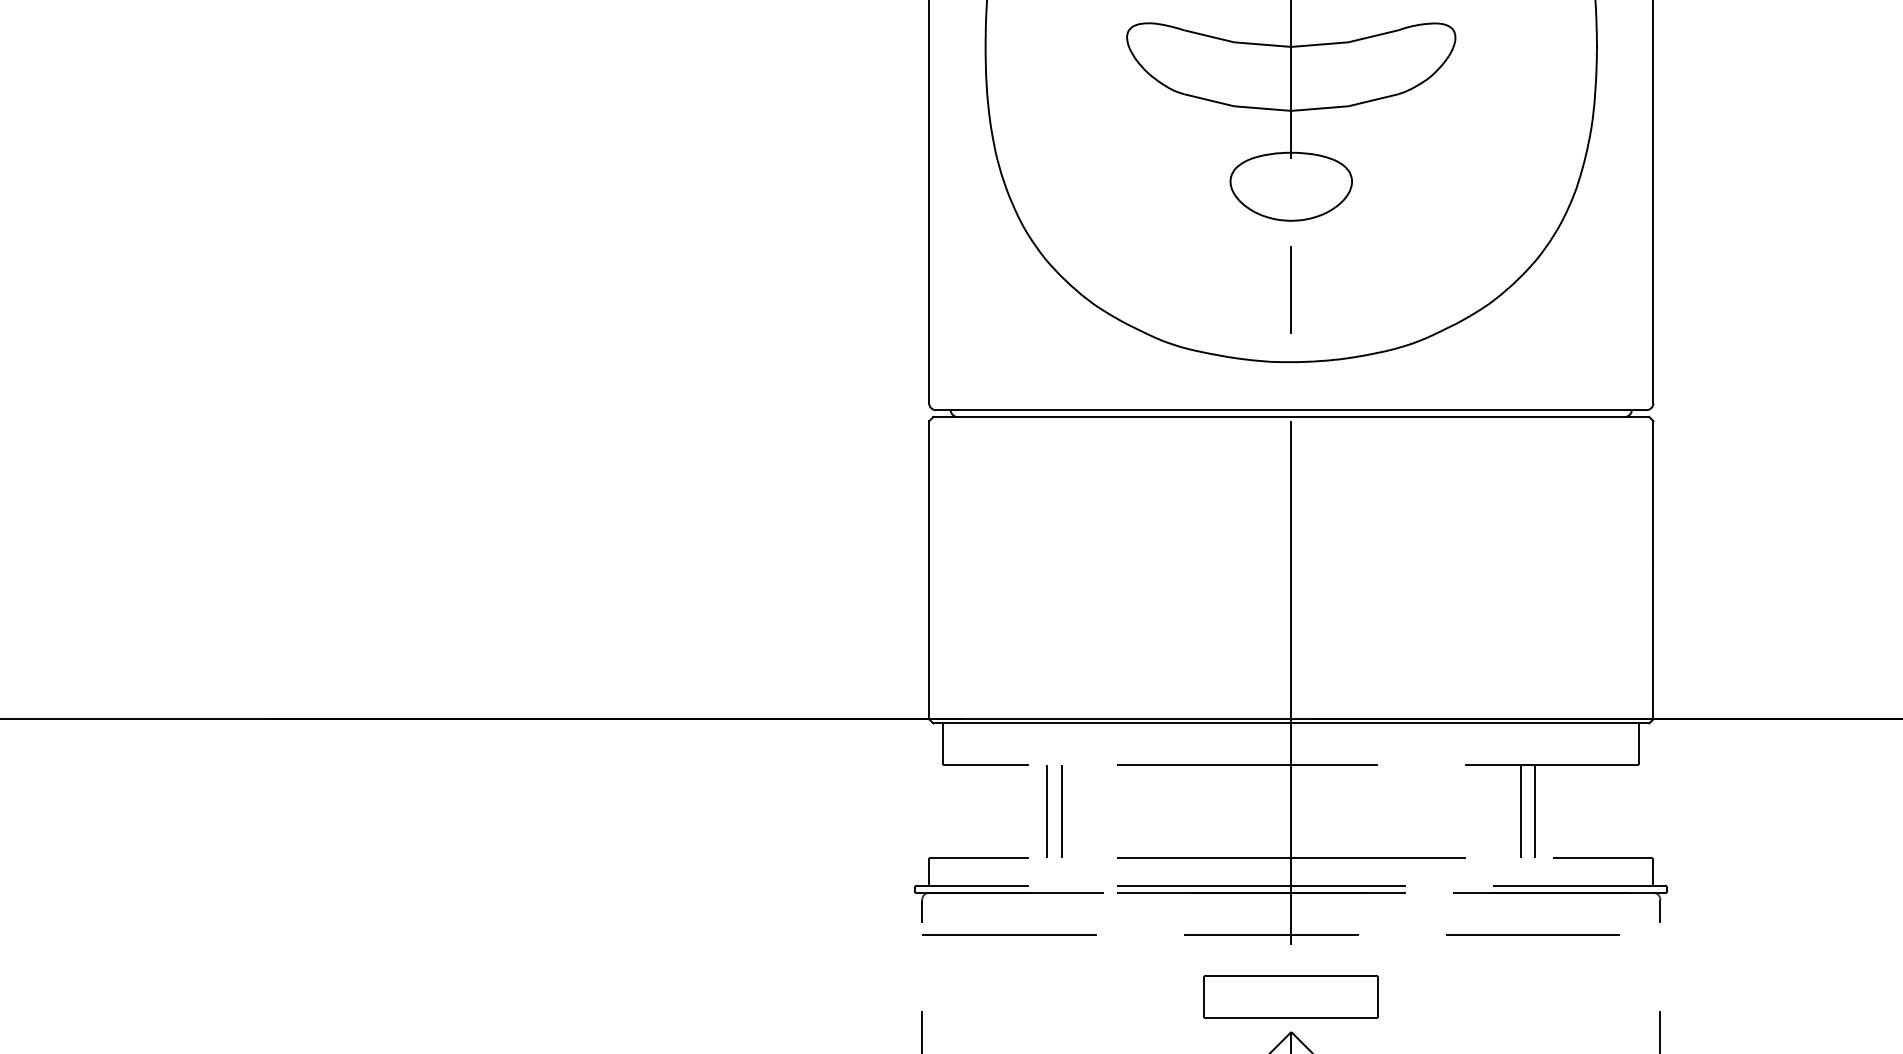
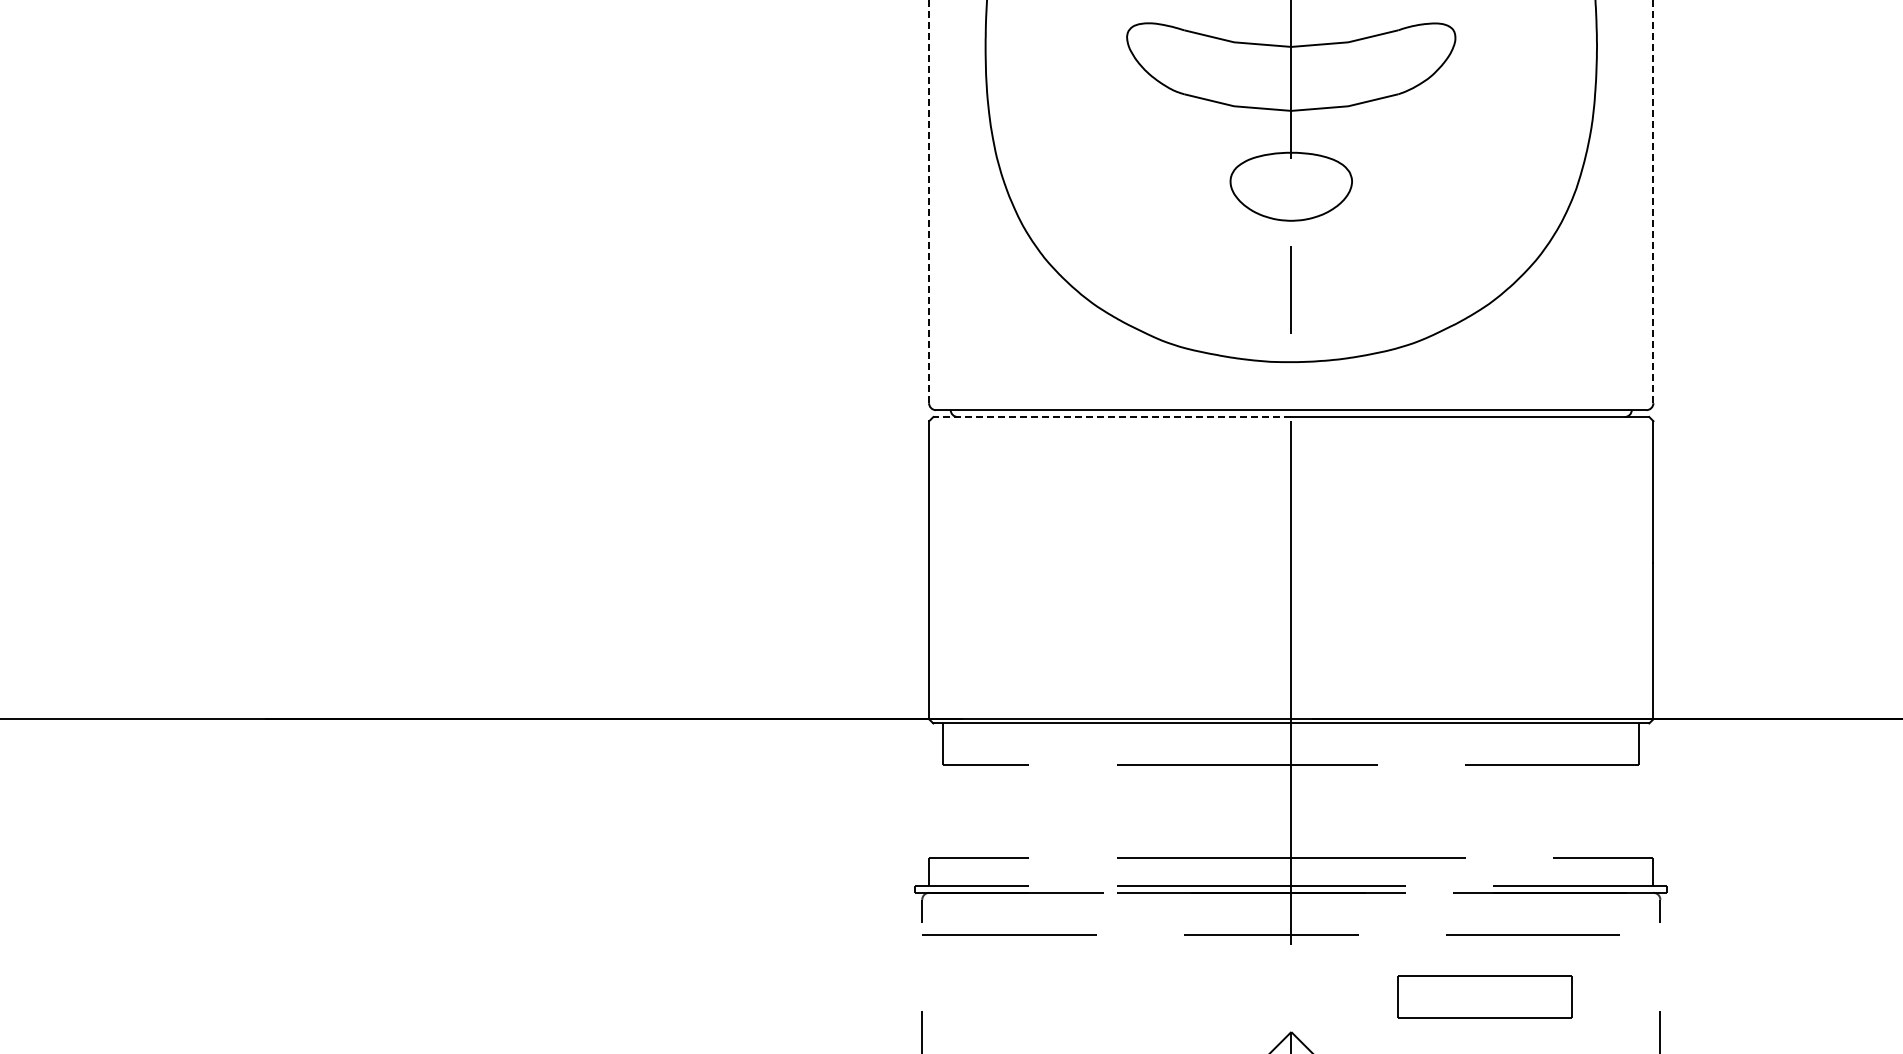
line at (929, 201): solid -> dashed
line at (1653, 201): solid -> dashed
line at (1112, 417): solid -> dashed
line at (1047, 811): present -> none
line at (1061, 811): present -> none
line at (1520, 811): present -> none
line at (1535, 811): present -> none
part at (1290, 996) position: (1290, 996) -> (1484, 996)
